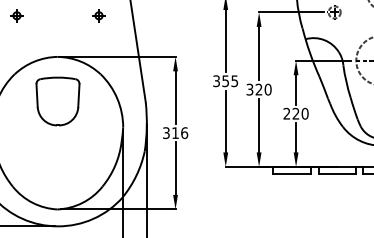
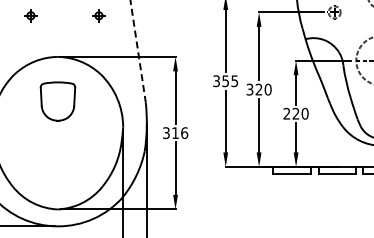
part at (16, 15) position: (16, 15) -> (30, 15)
line at (138, 52): solid -> dashed
part at (57, 101) size: 46x51 px -> 38x41 px
